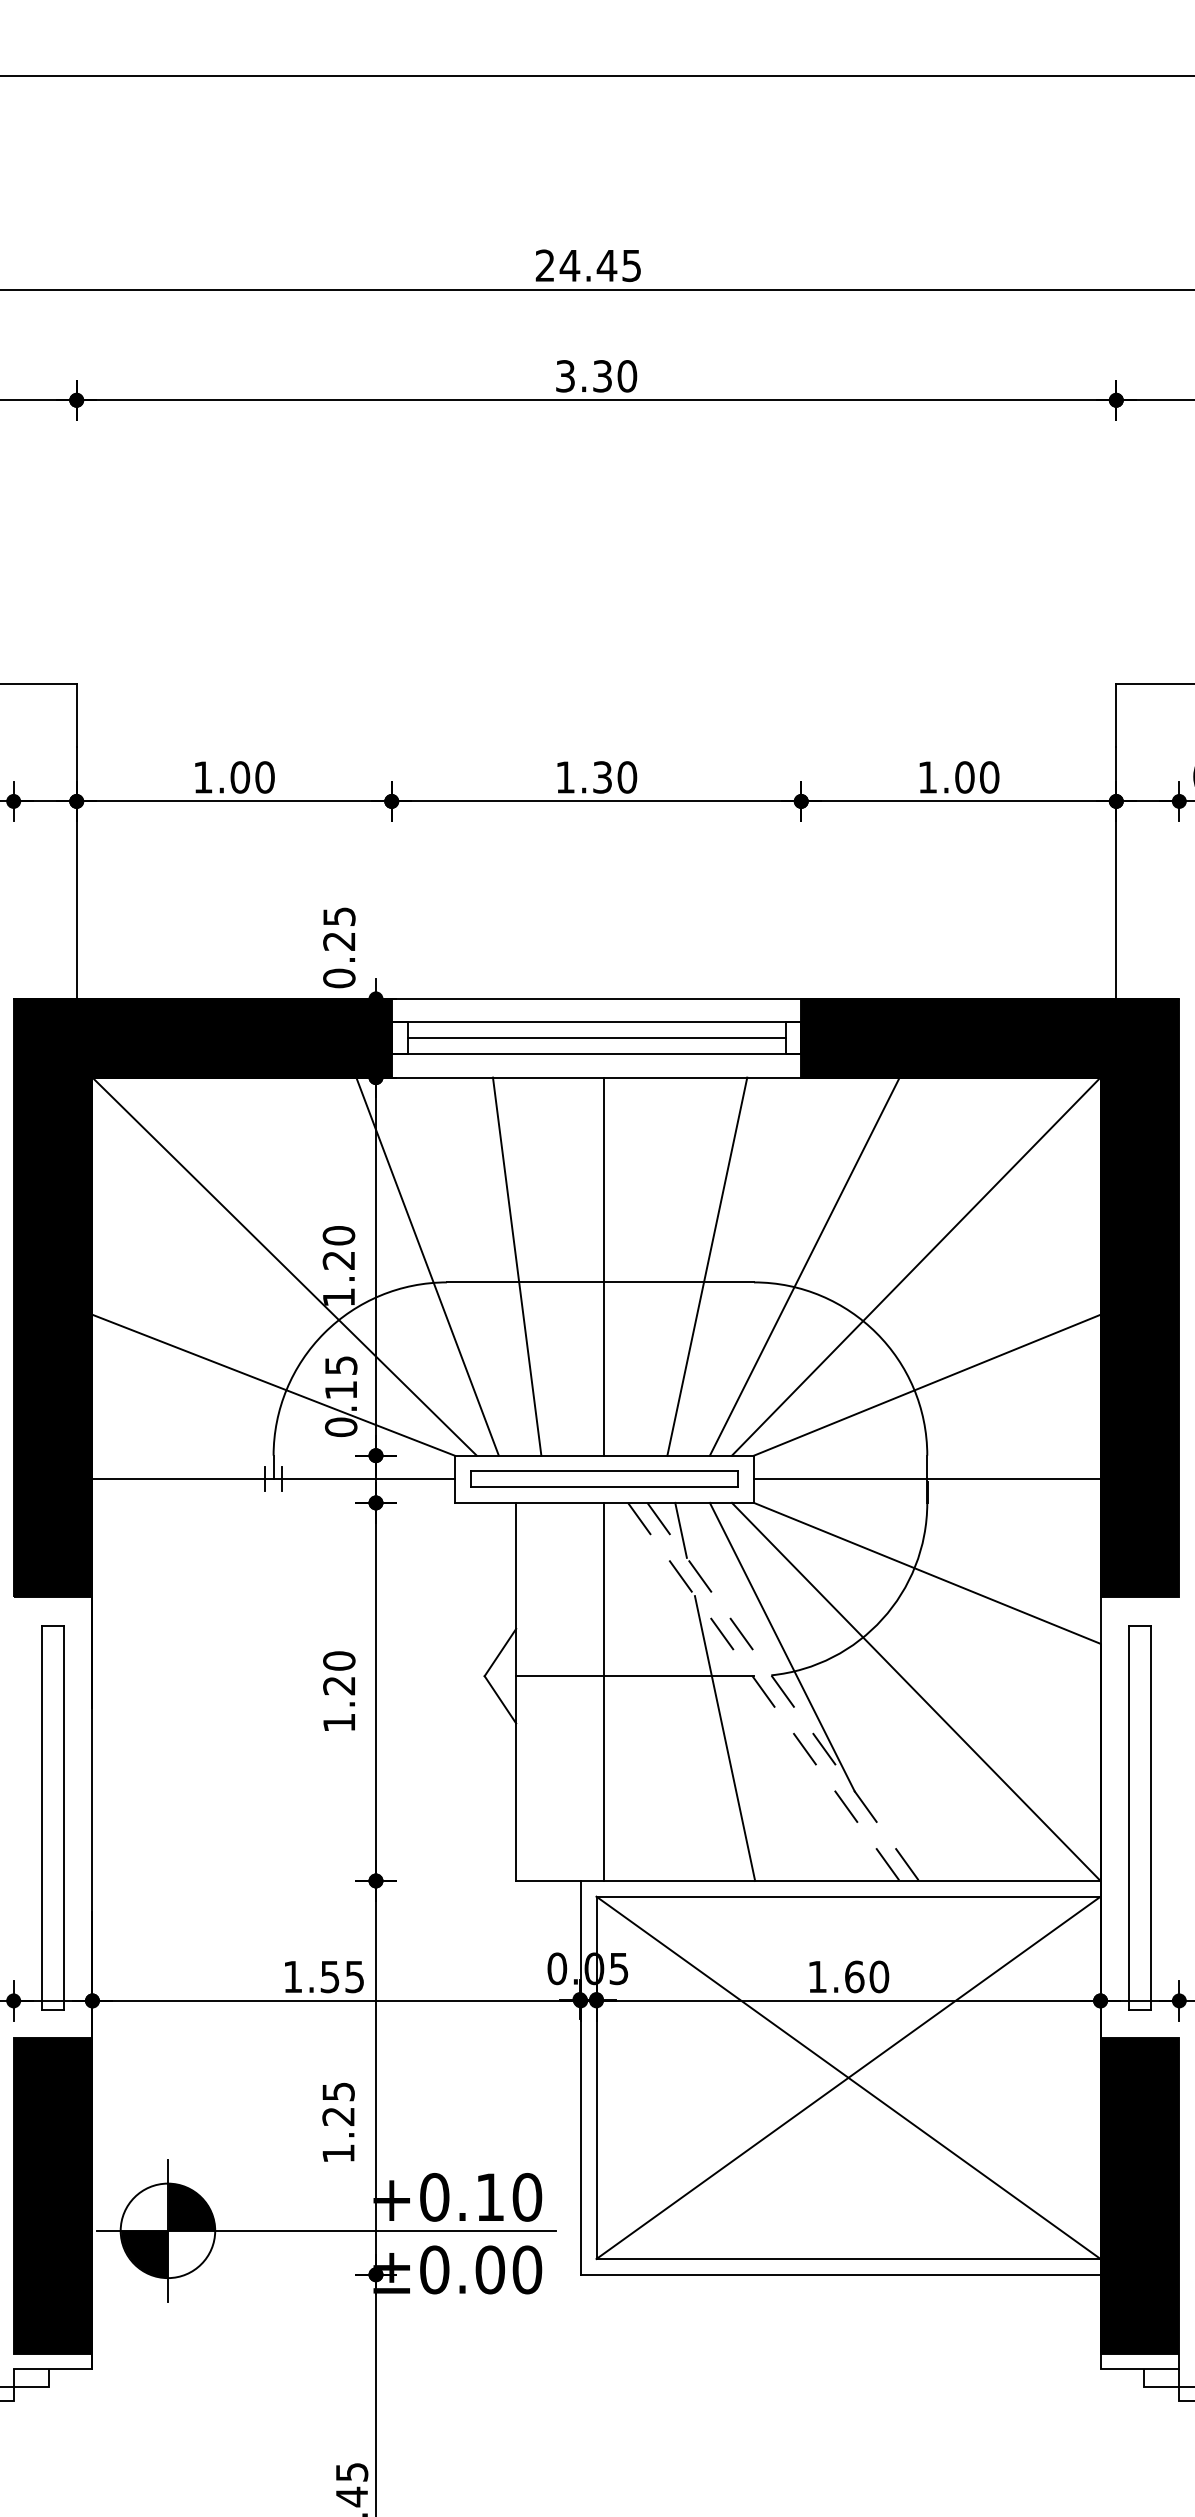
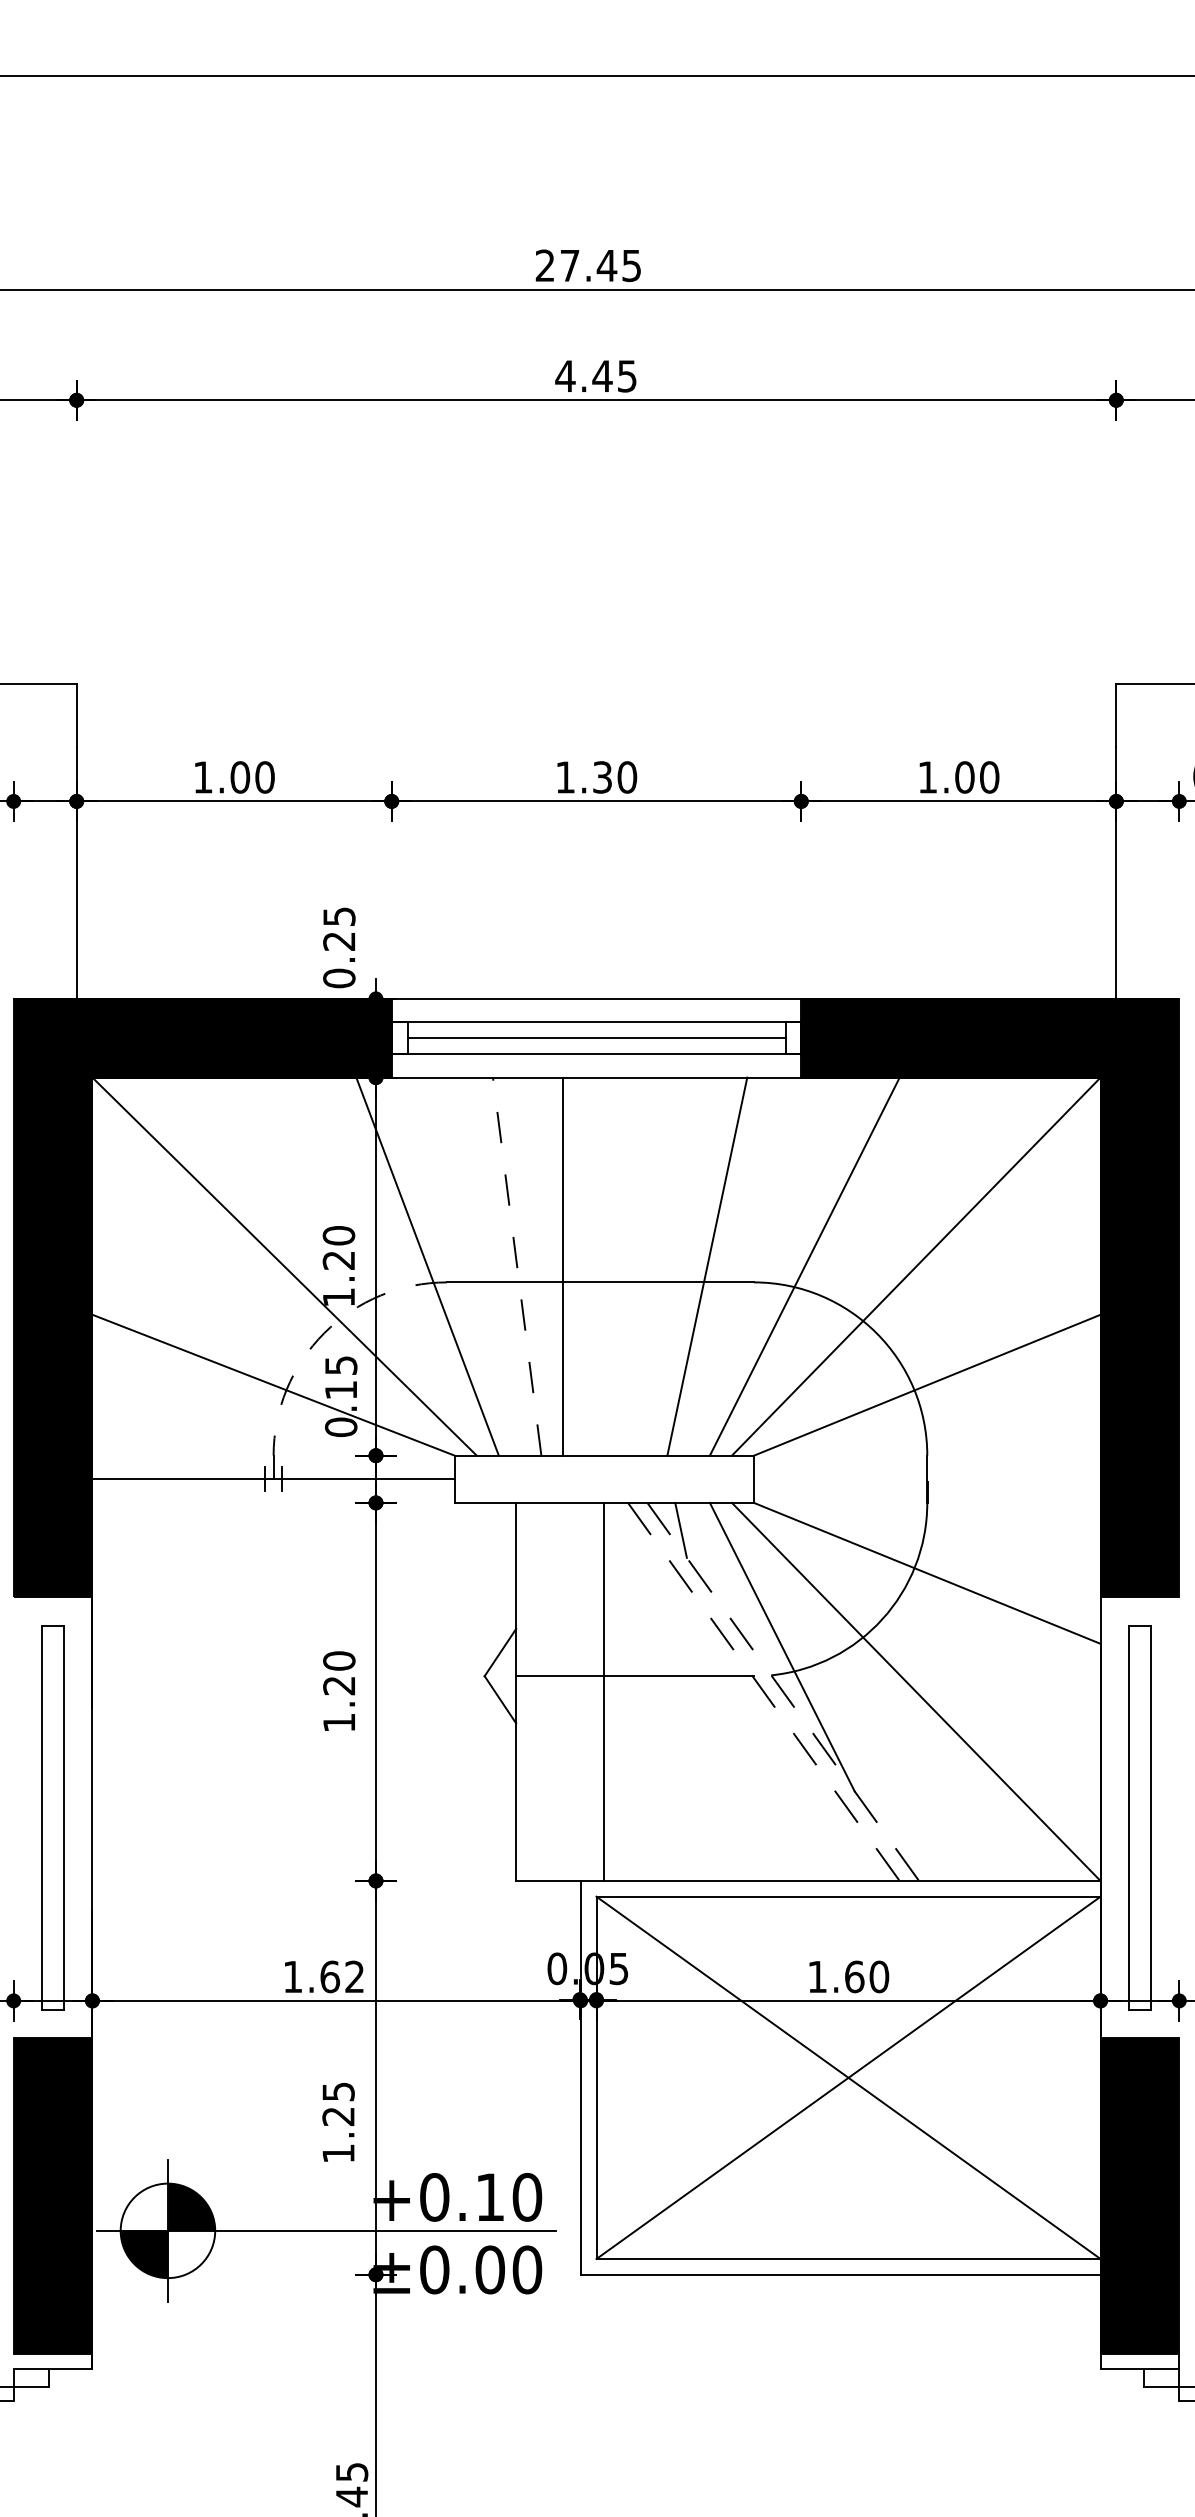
text at (569, 265): 24.45 -> 27.45
text at (596, 376): 3.30 -> 4.45
line at (517, 1266): solid -> dashed
line at (604, 1266) position: (604, 1266) -> (563, 1266)
arc at (324, 1333): solid -> dashed
part at (604, 1478): present -> none
line at (927, 1479): present -> none
line at (724, 1738): present -> none
text at (341, 1976): 1.55 -> 1.62
